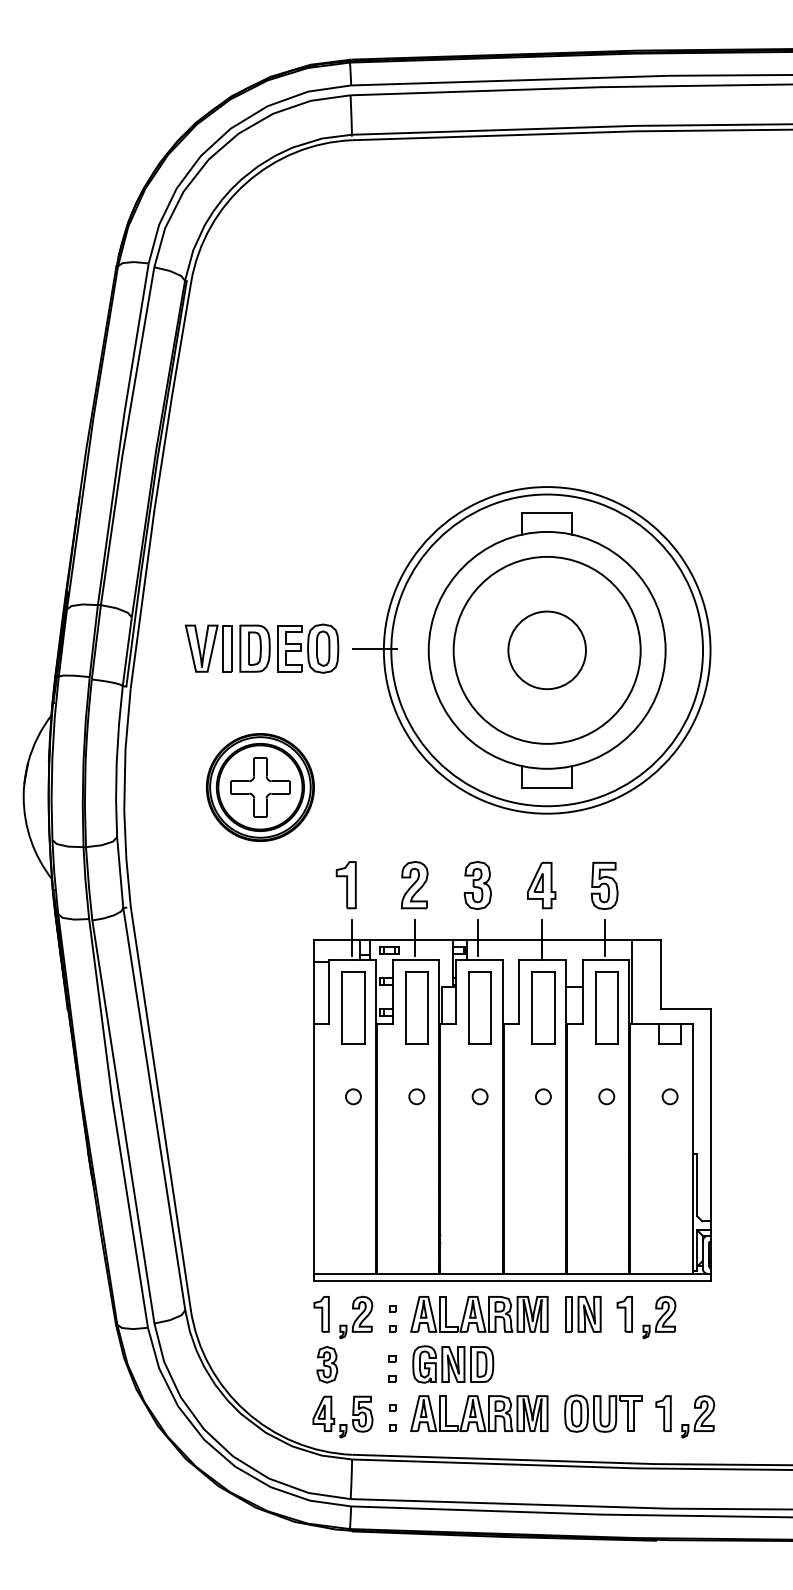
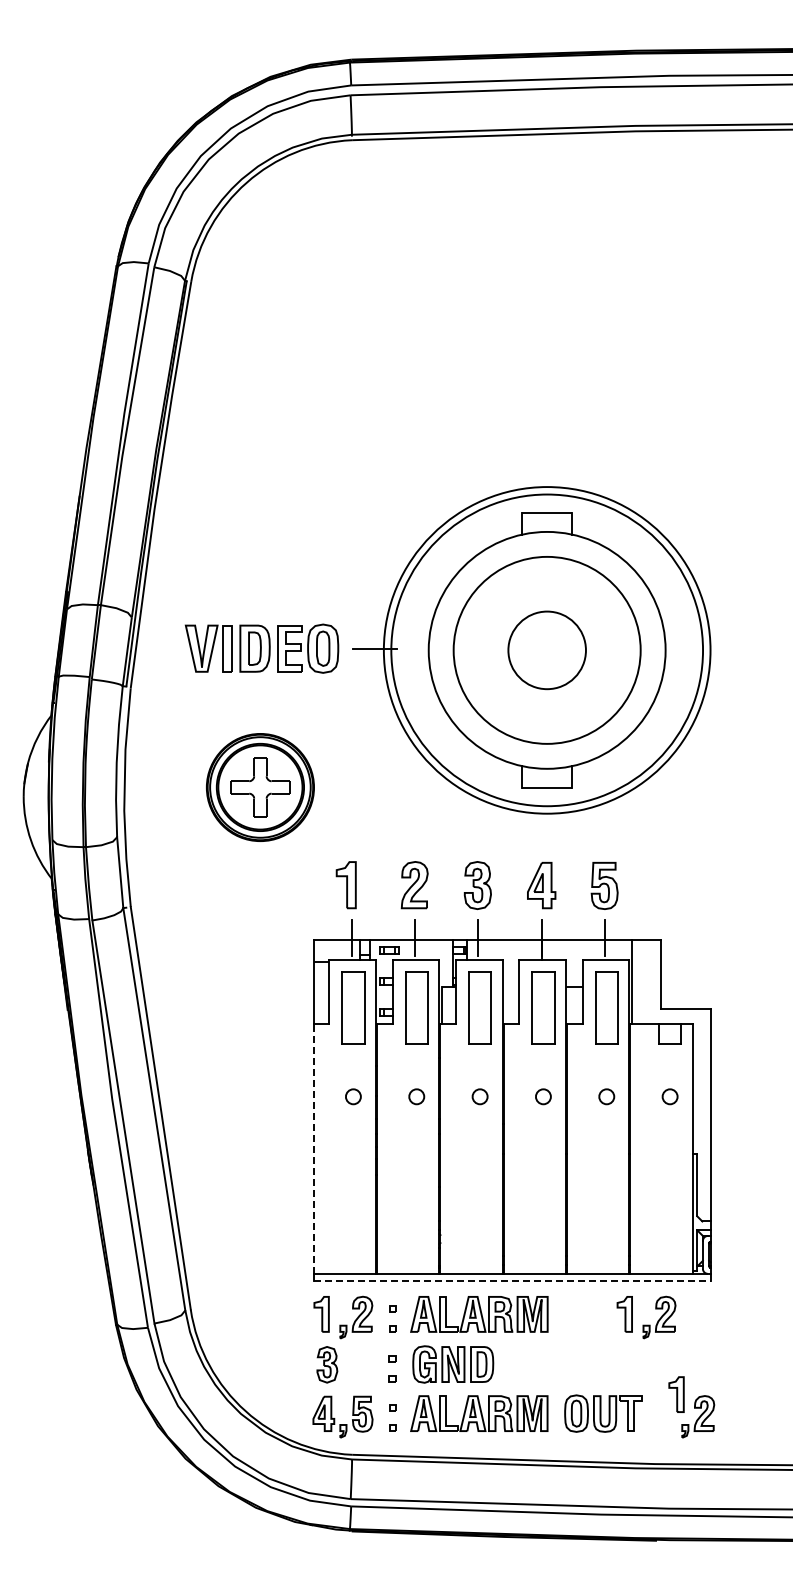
line at (313, 1149): solid -> dashed
line at (512, 1281): solid -> dashed
part at (583, 1314): present -> none
part at (663, 1413) position: (663, 1413) -> (676, 1394)
